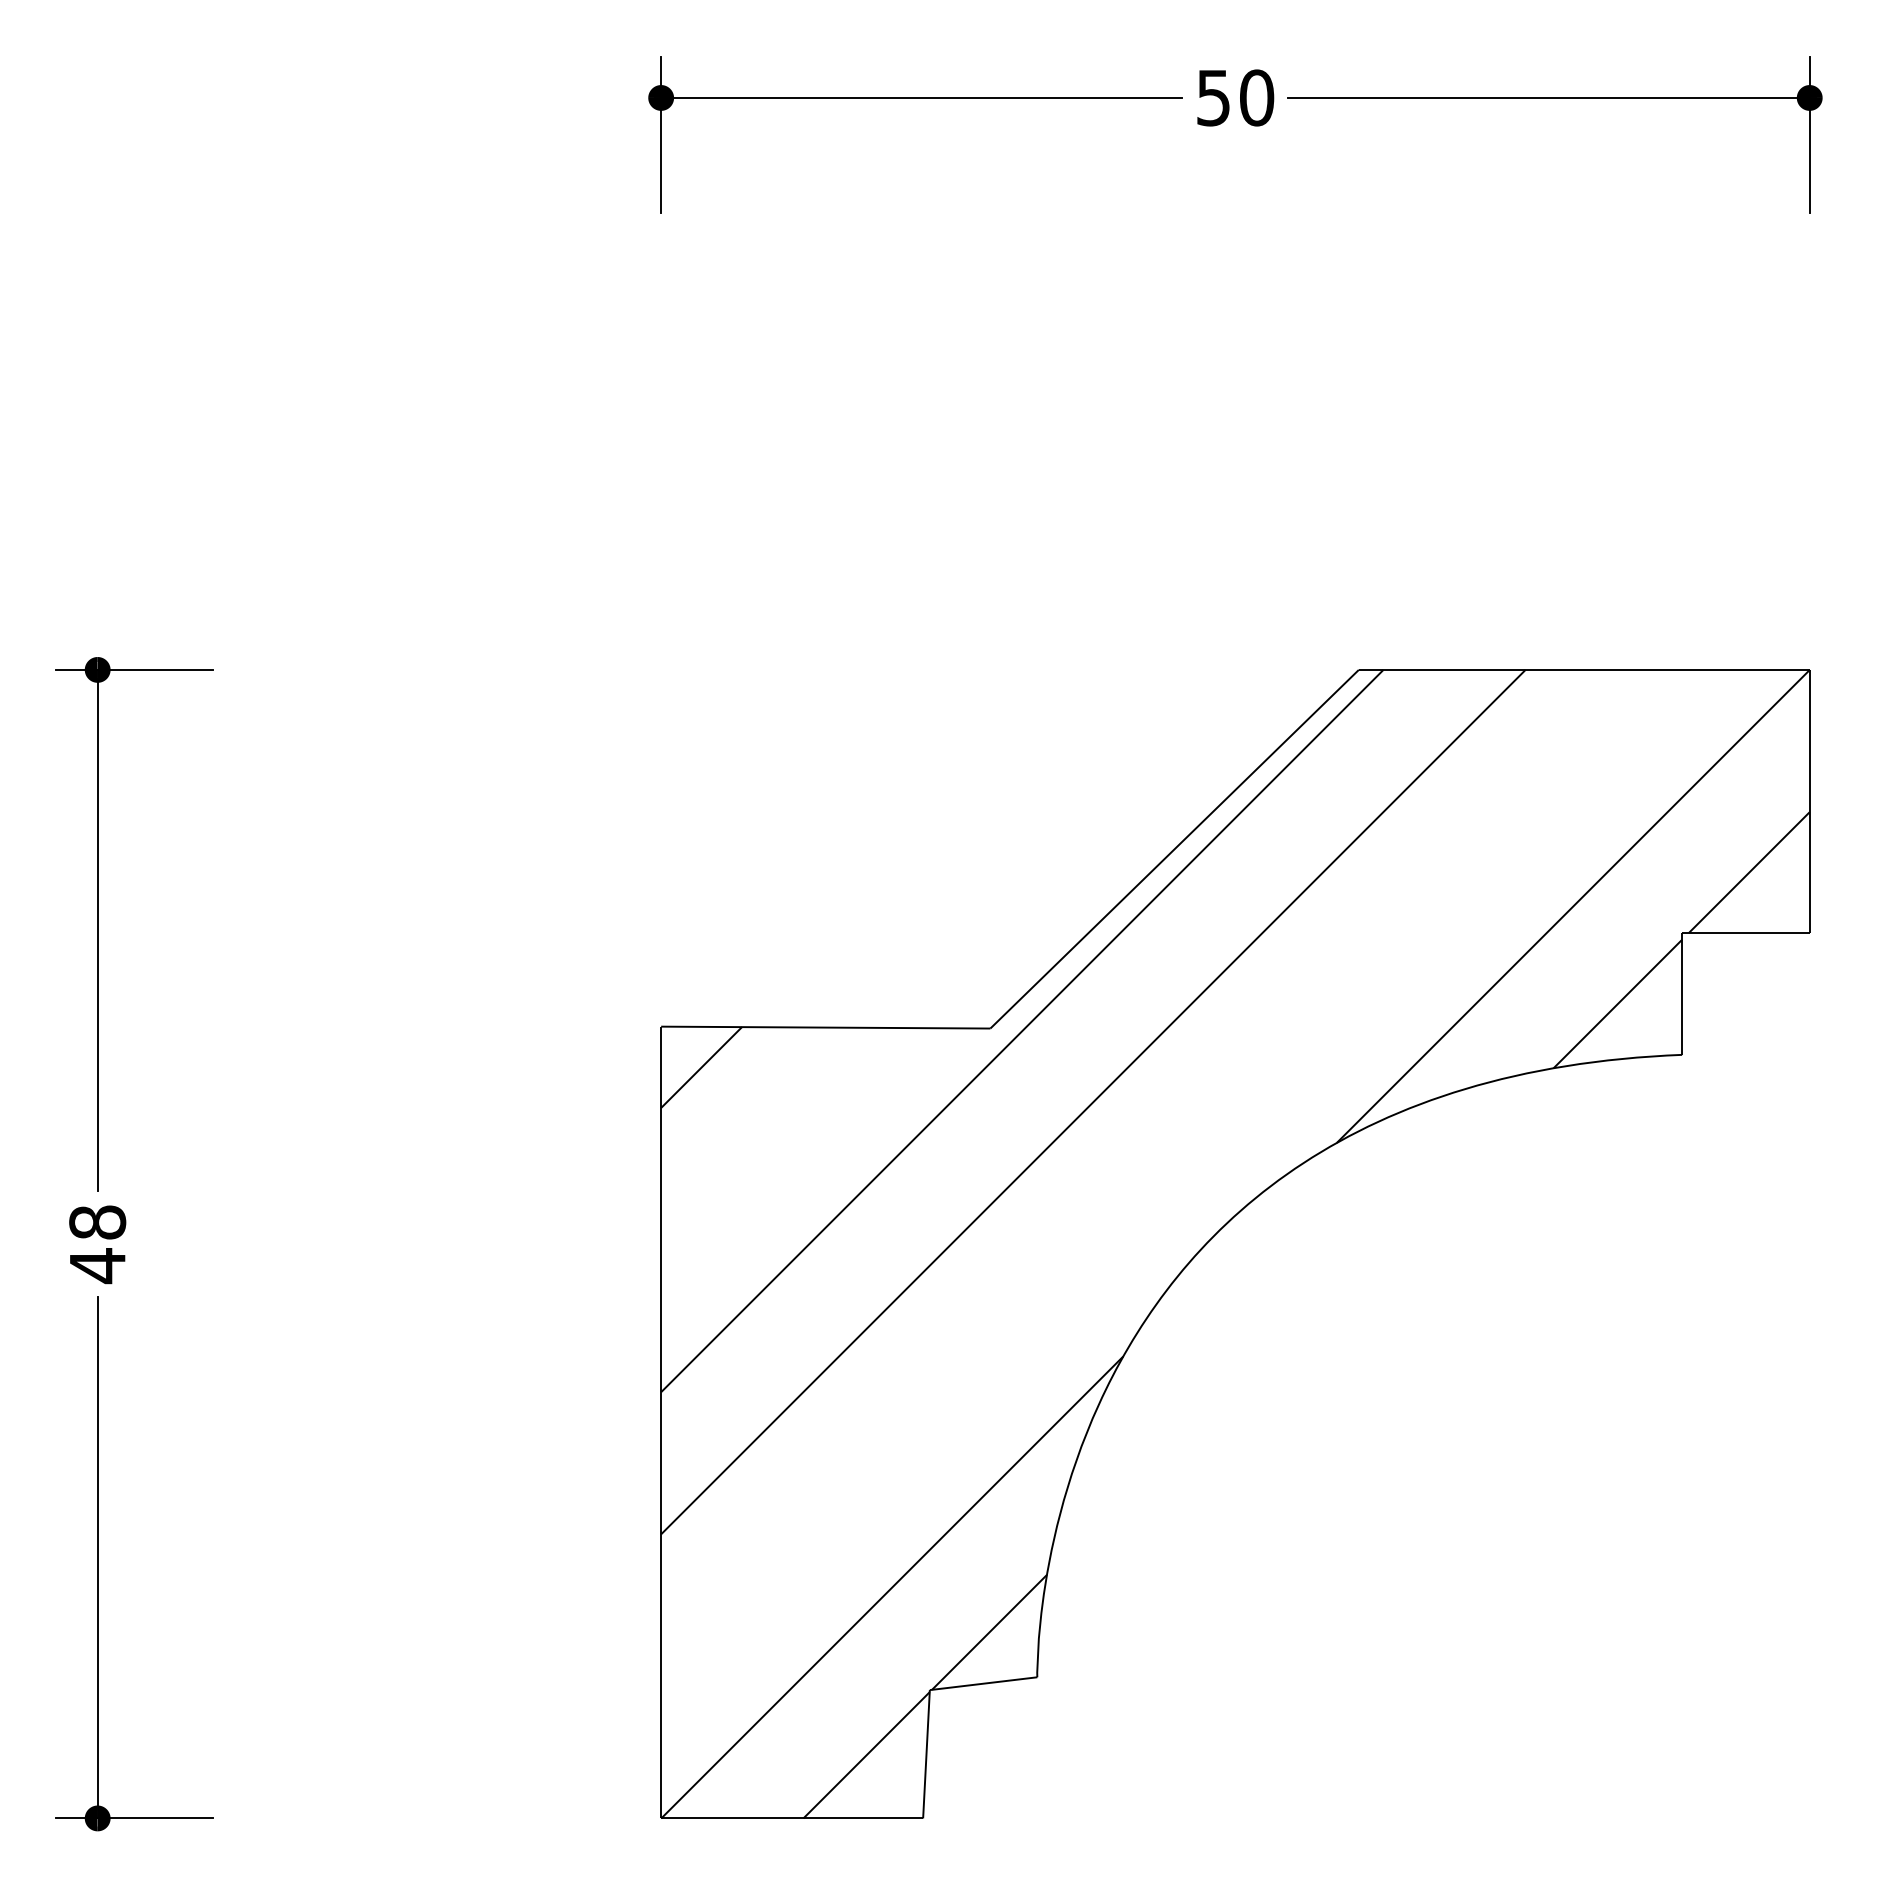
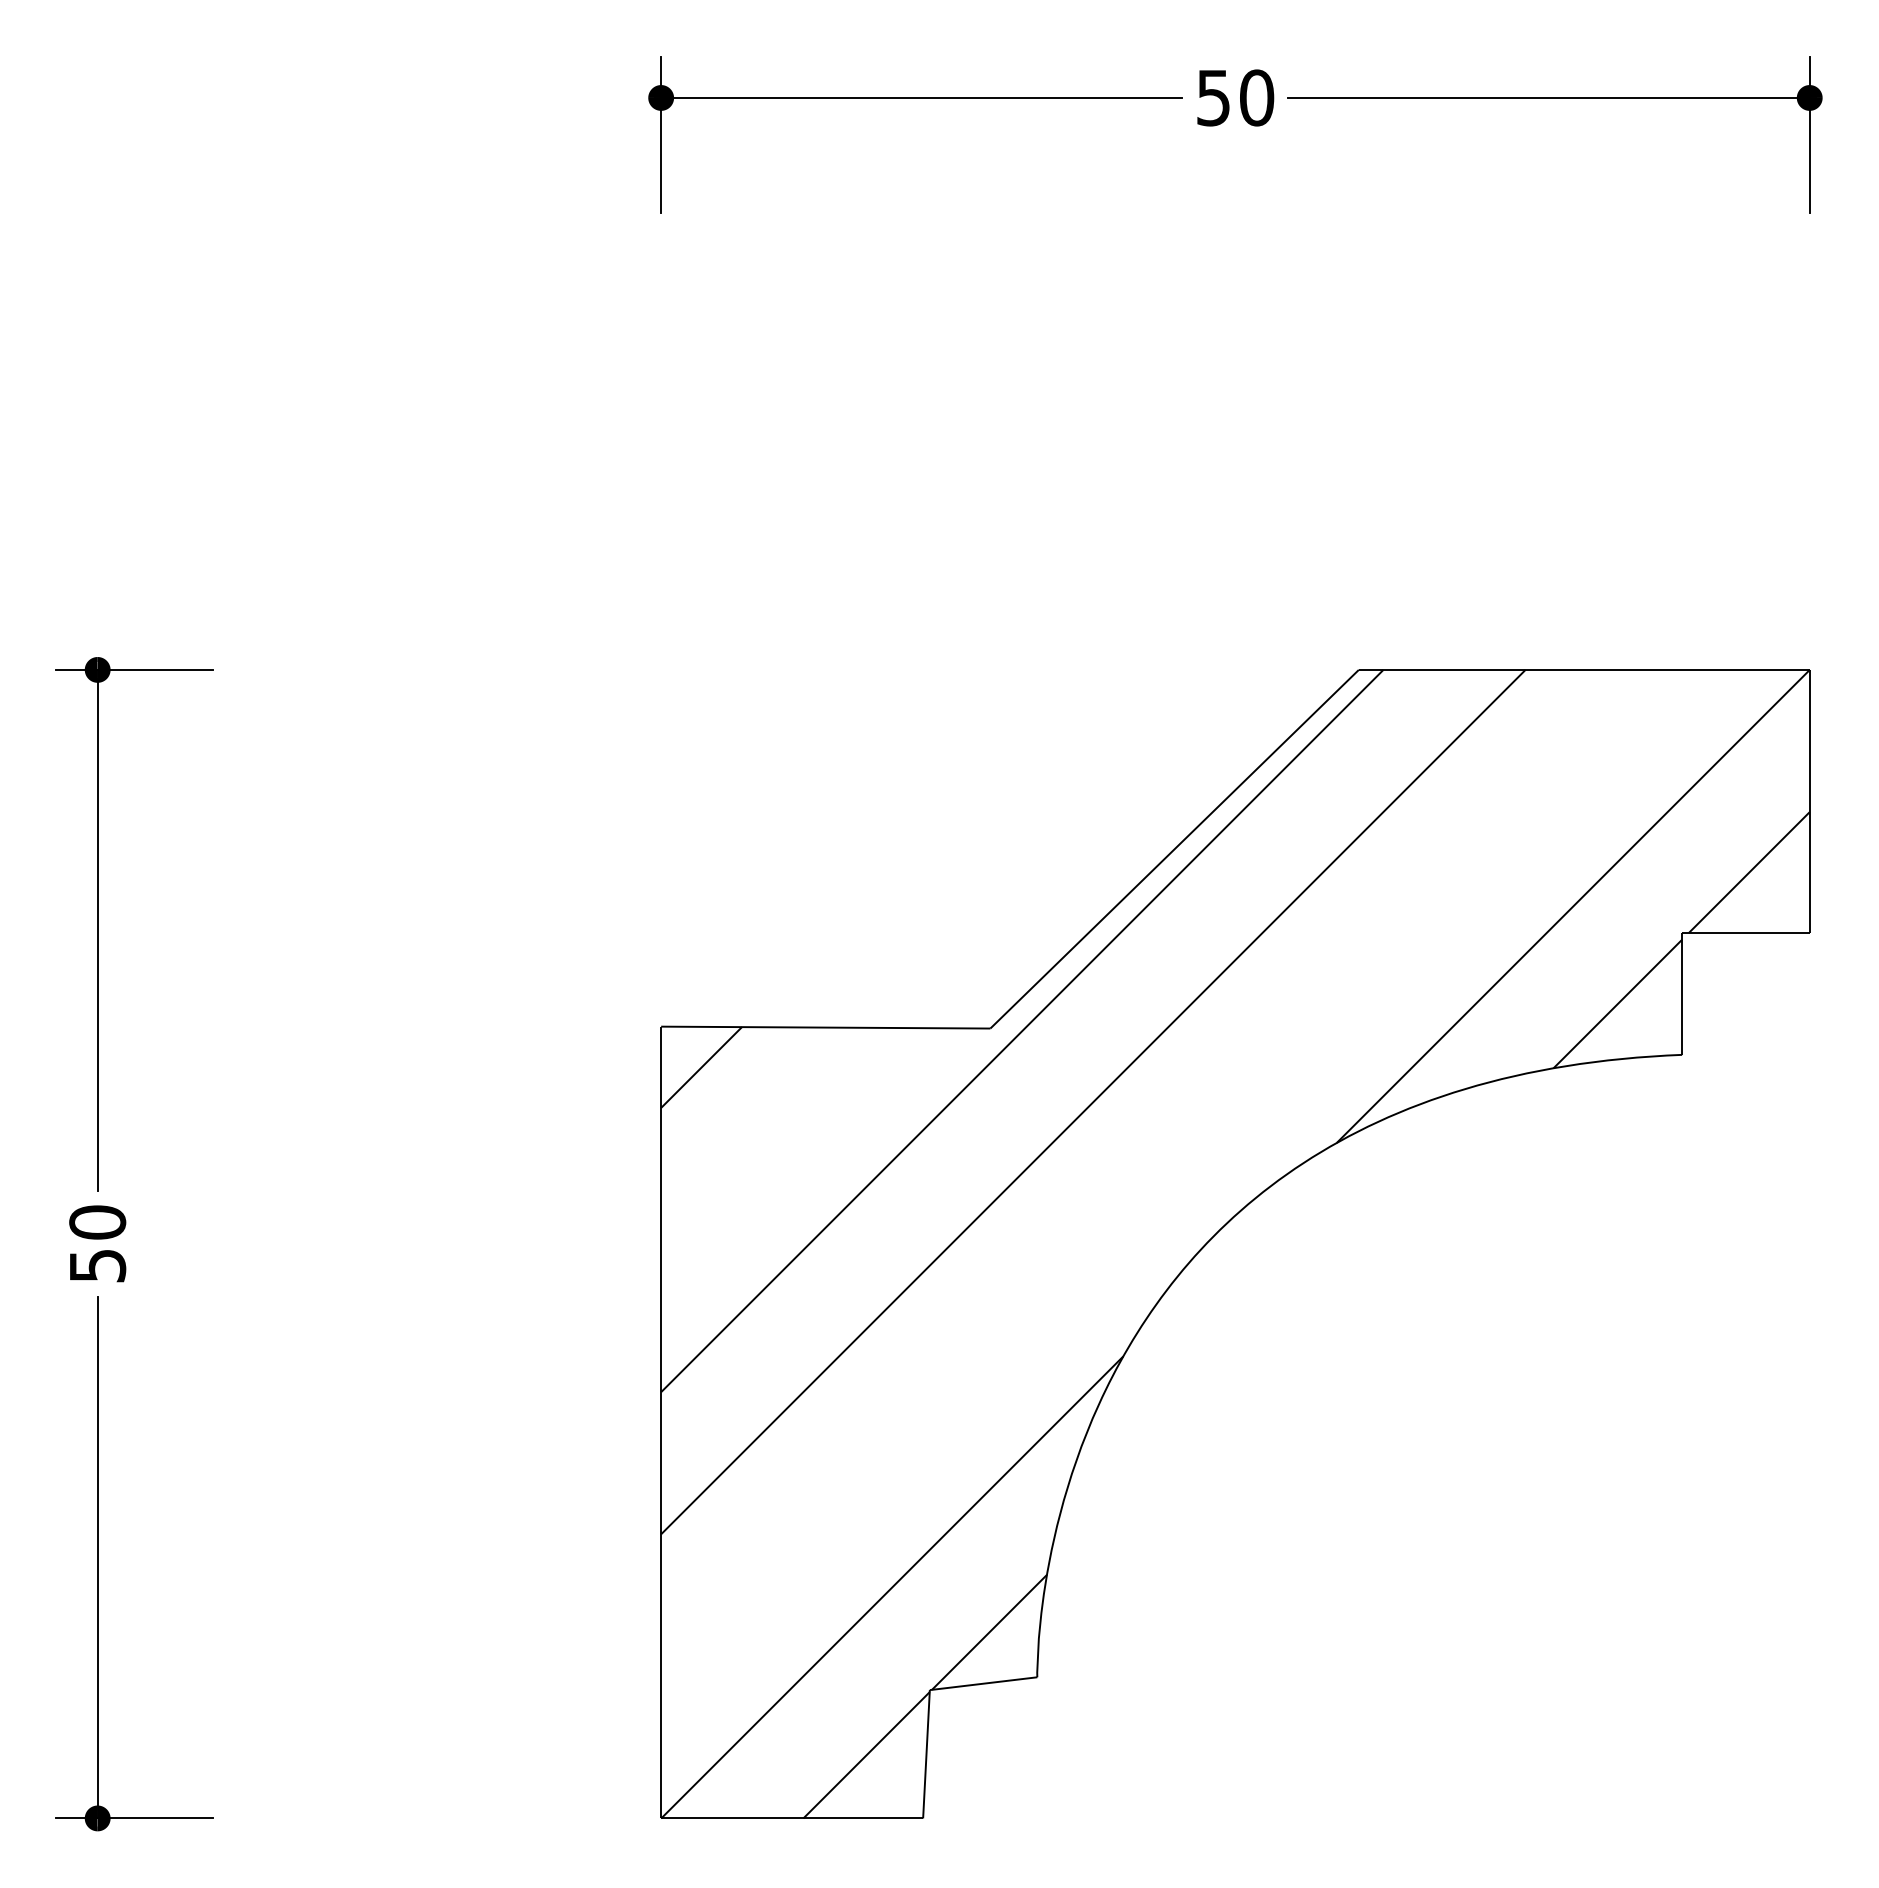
text at (97, 1244): 48 -> 50
